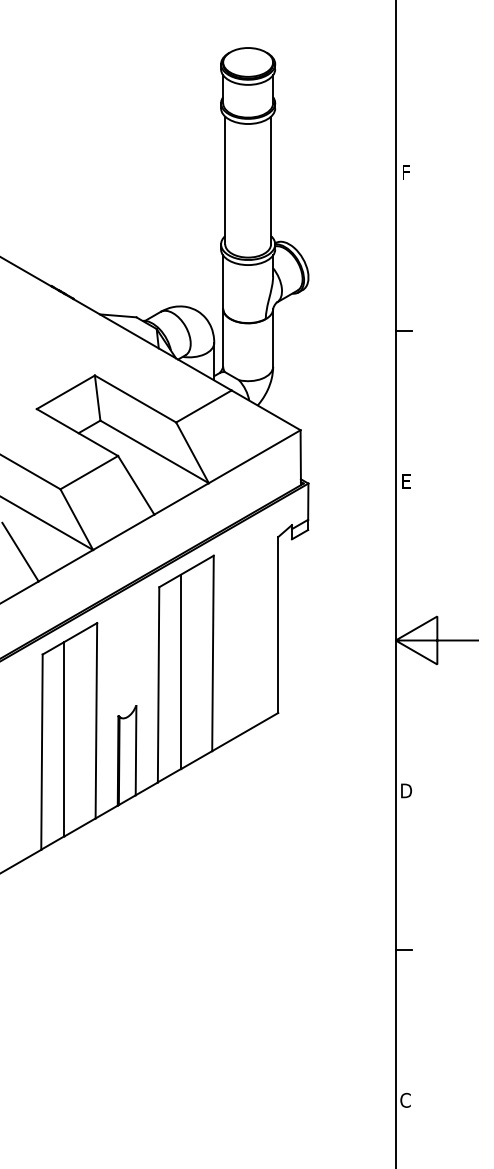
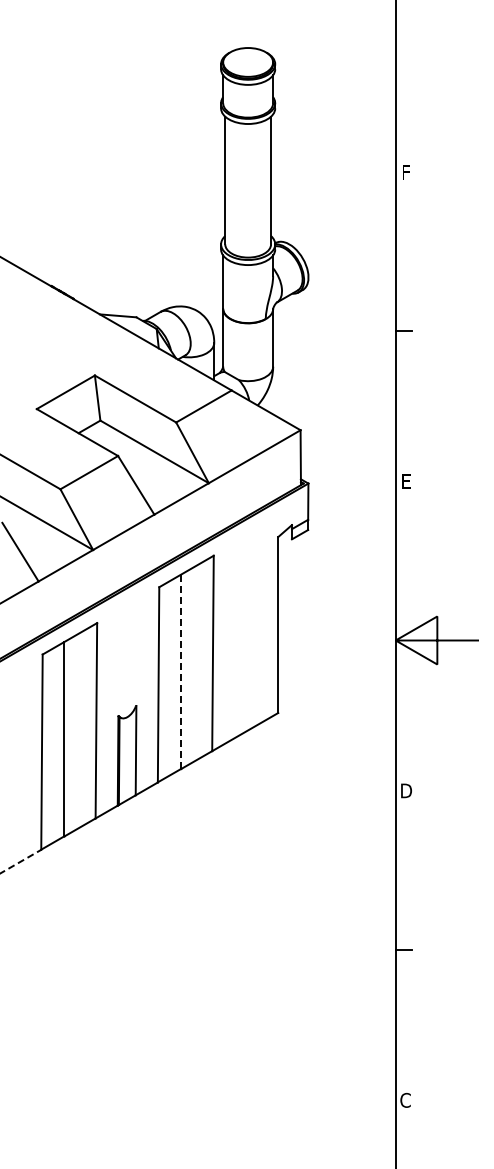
line at (181, 671): solid -> dashed
line at (21, 861): solid -> dashed
